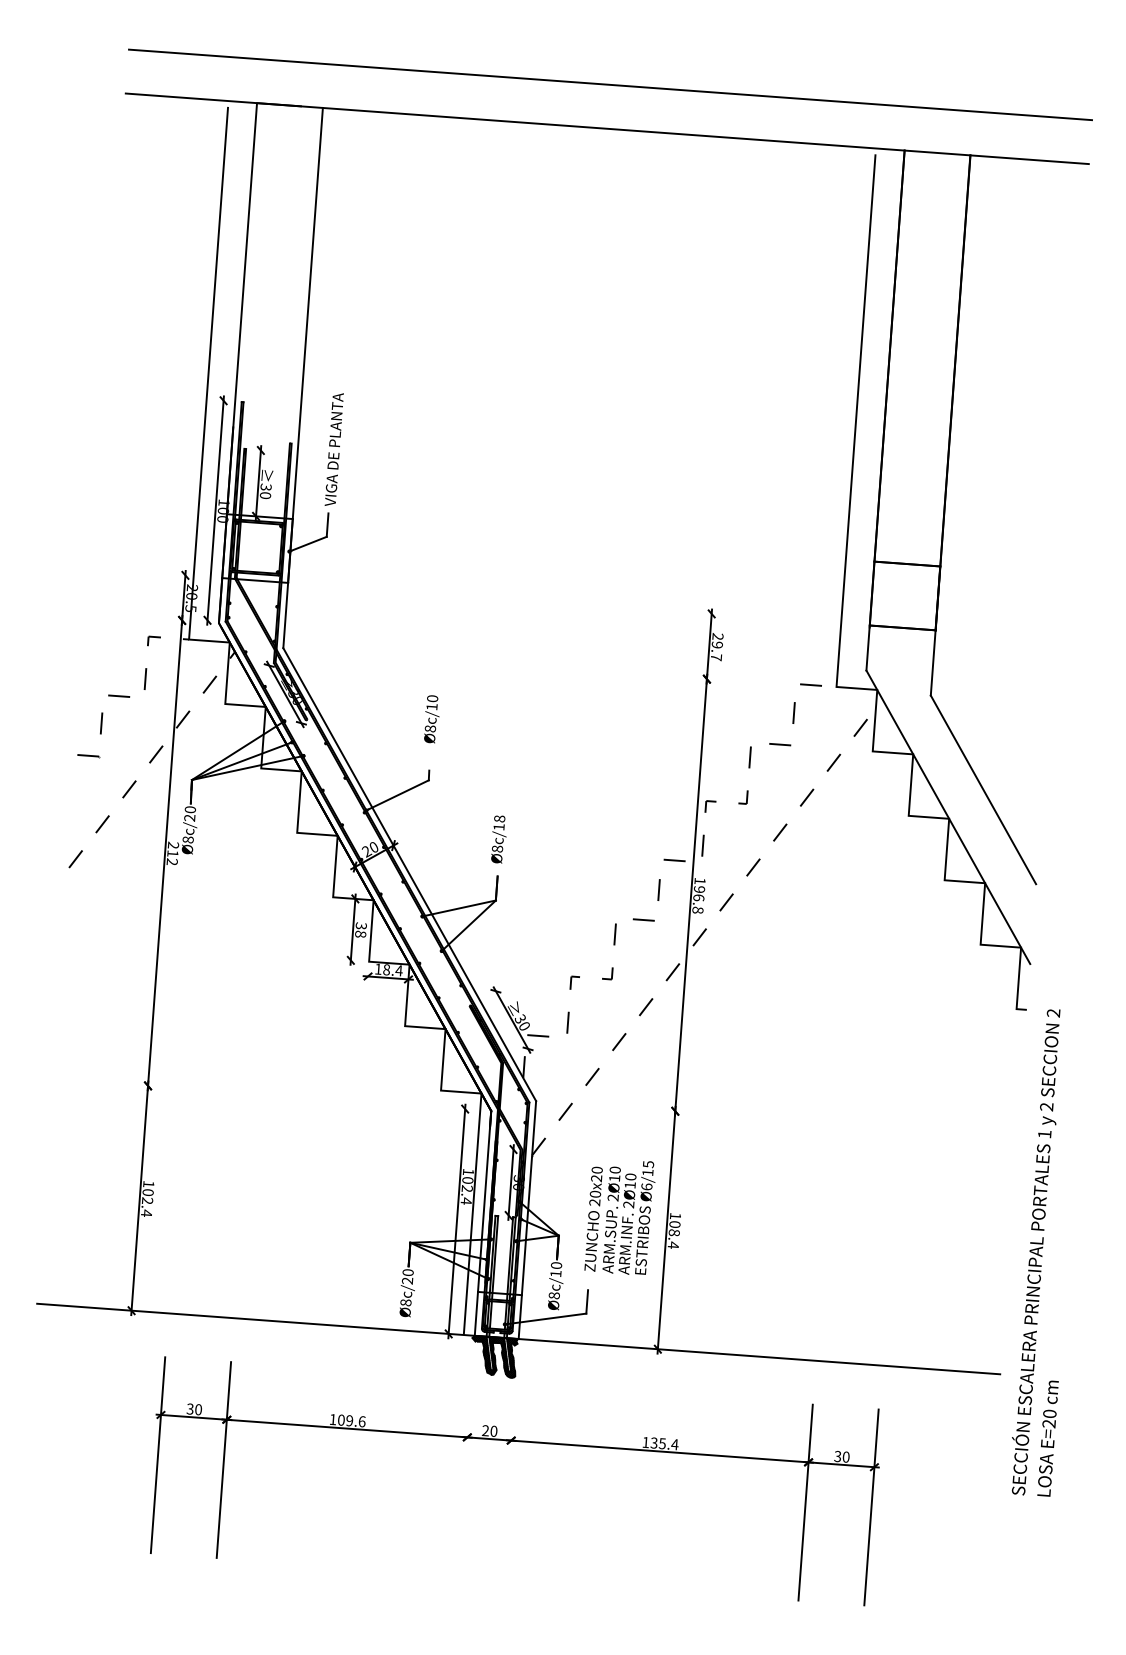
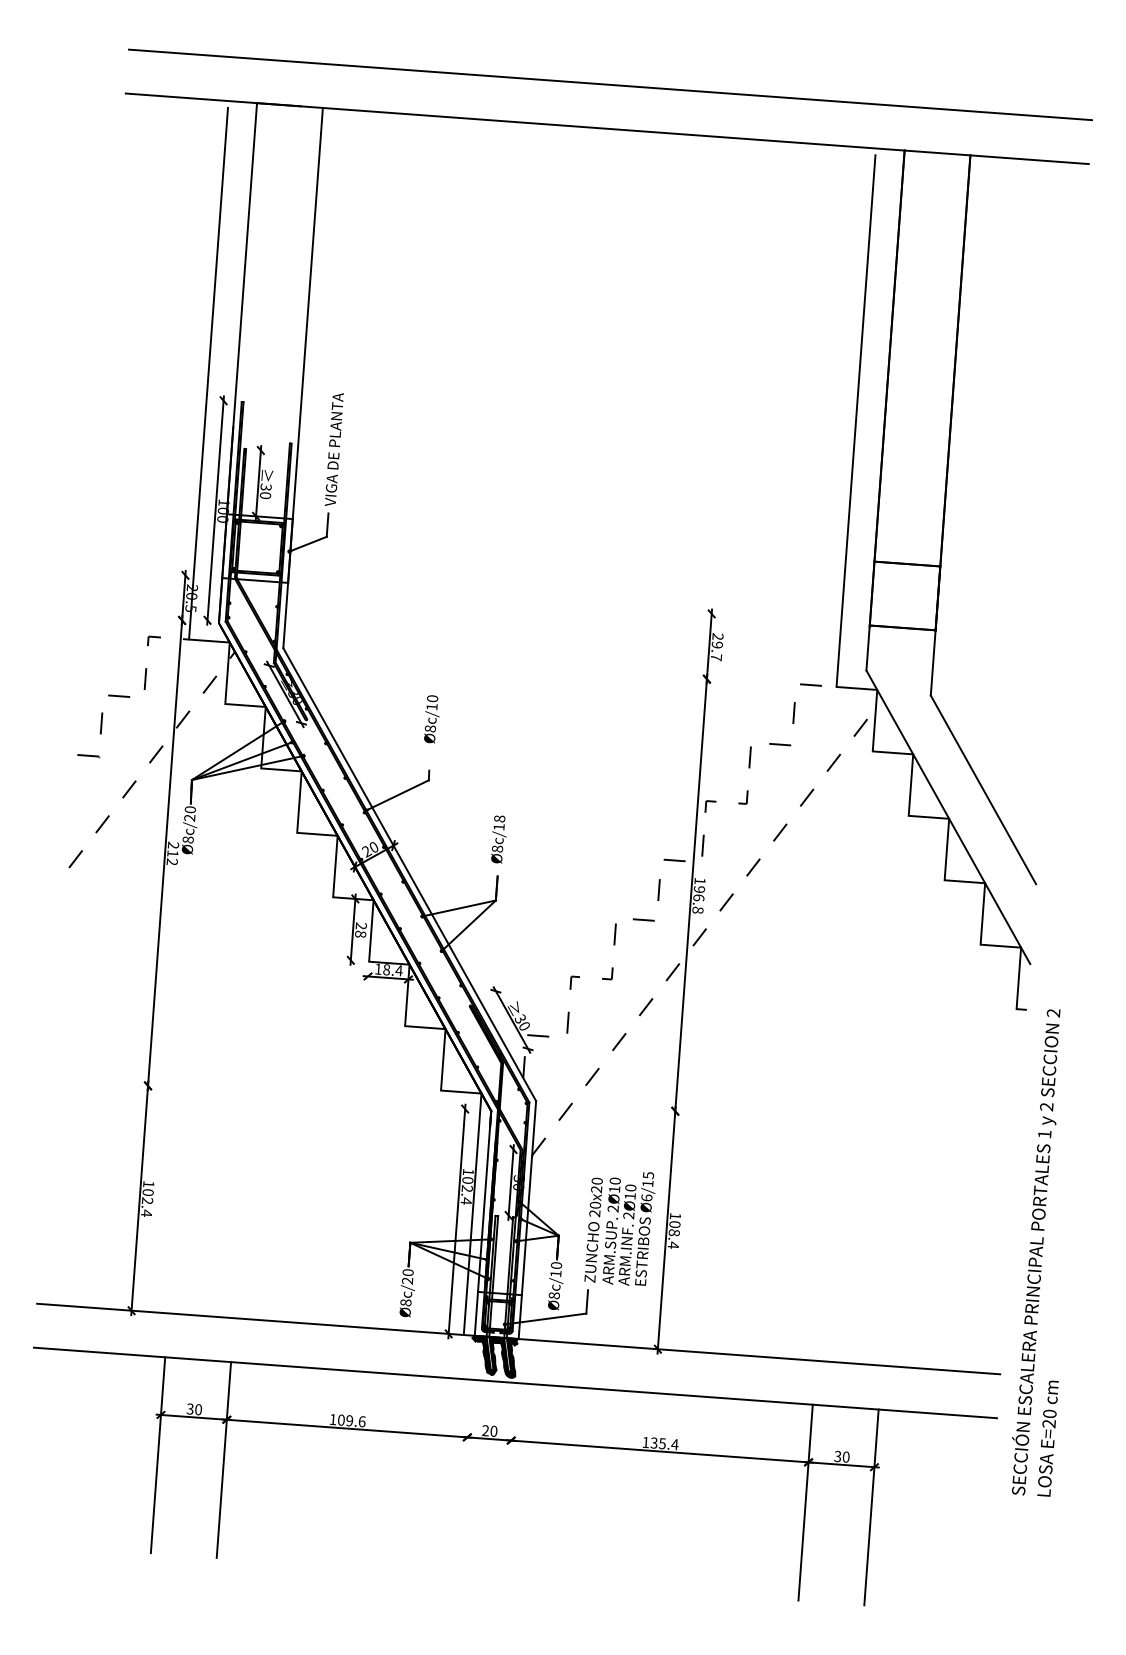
text at (360, 925): 38 -> 28
text at (619, 1217) position: (619, 1217) -> (619, 1228)
line at (514, 1382): none -> present
